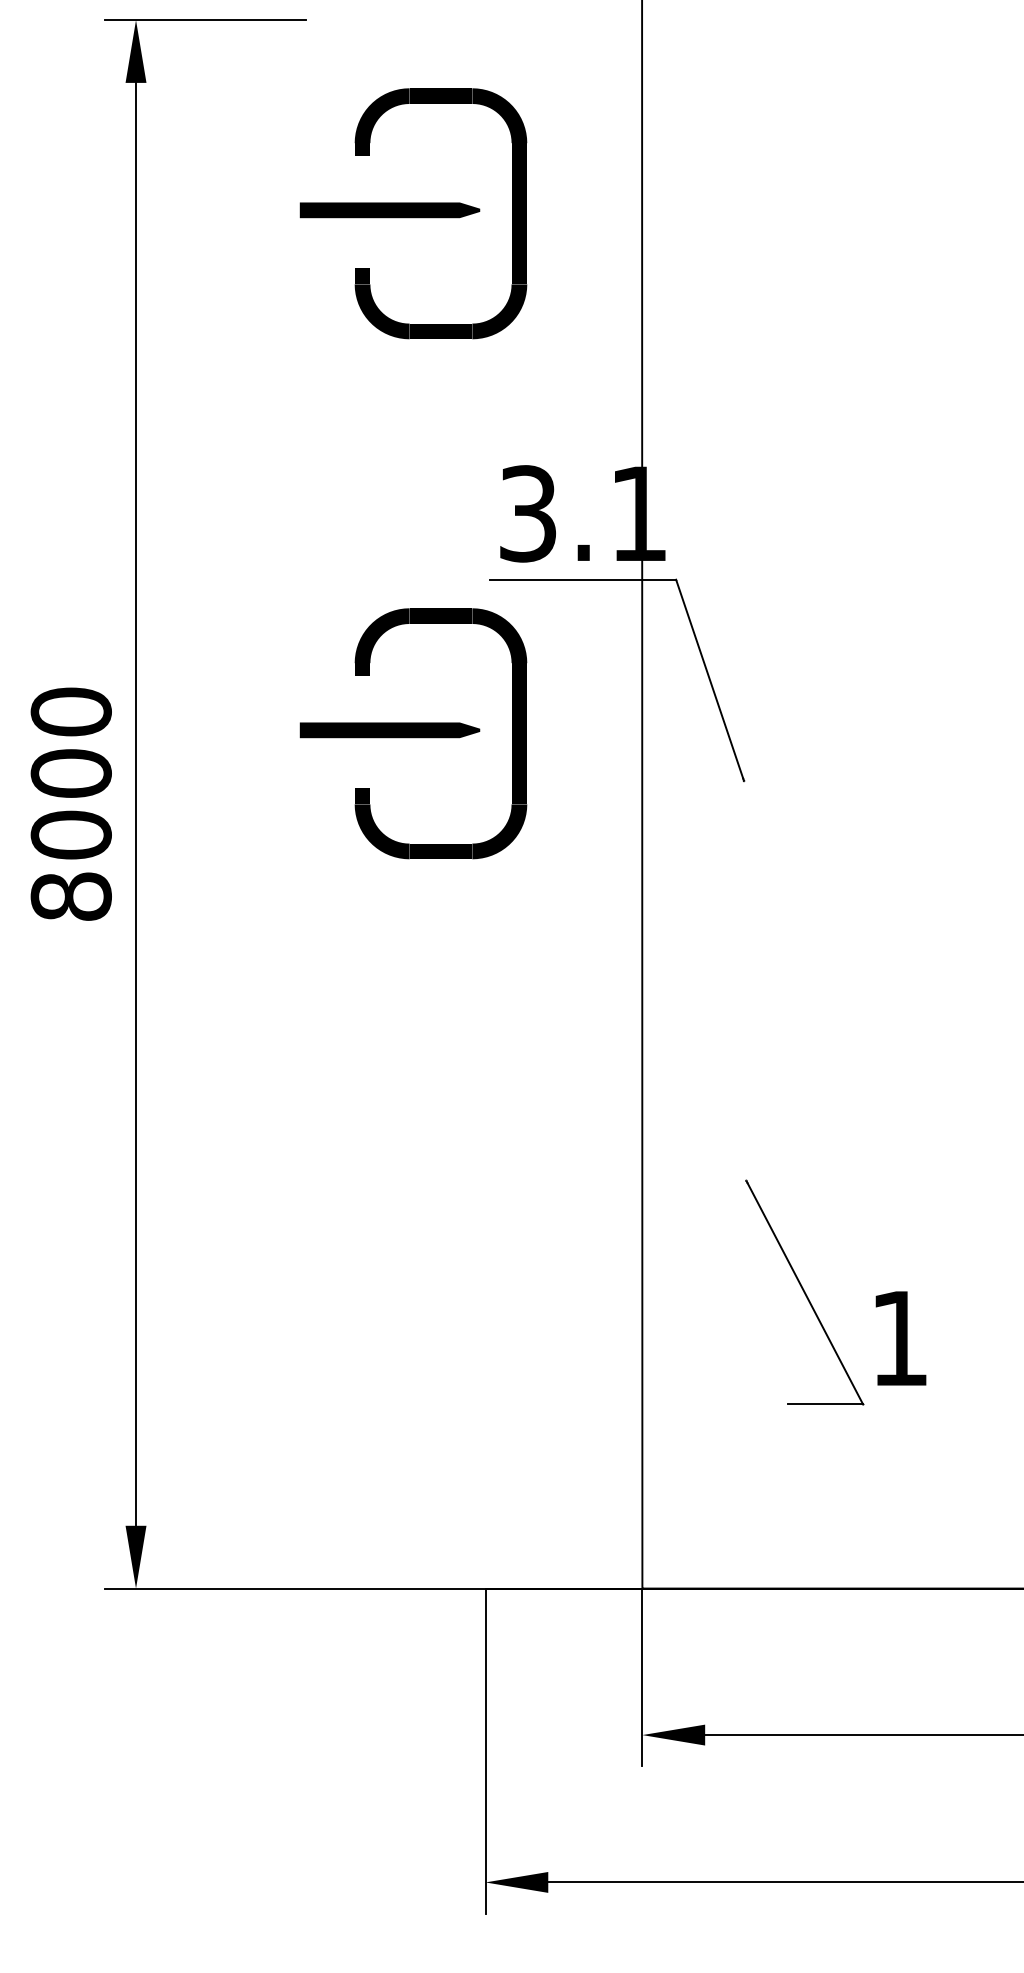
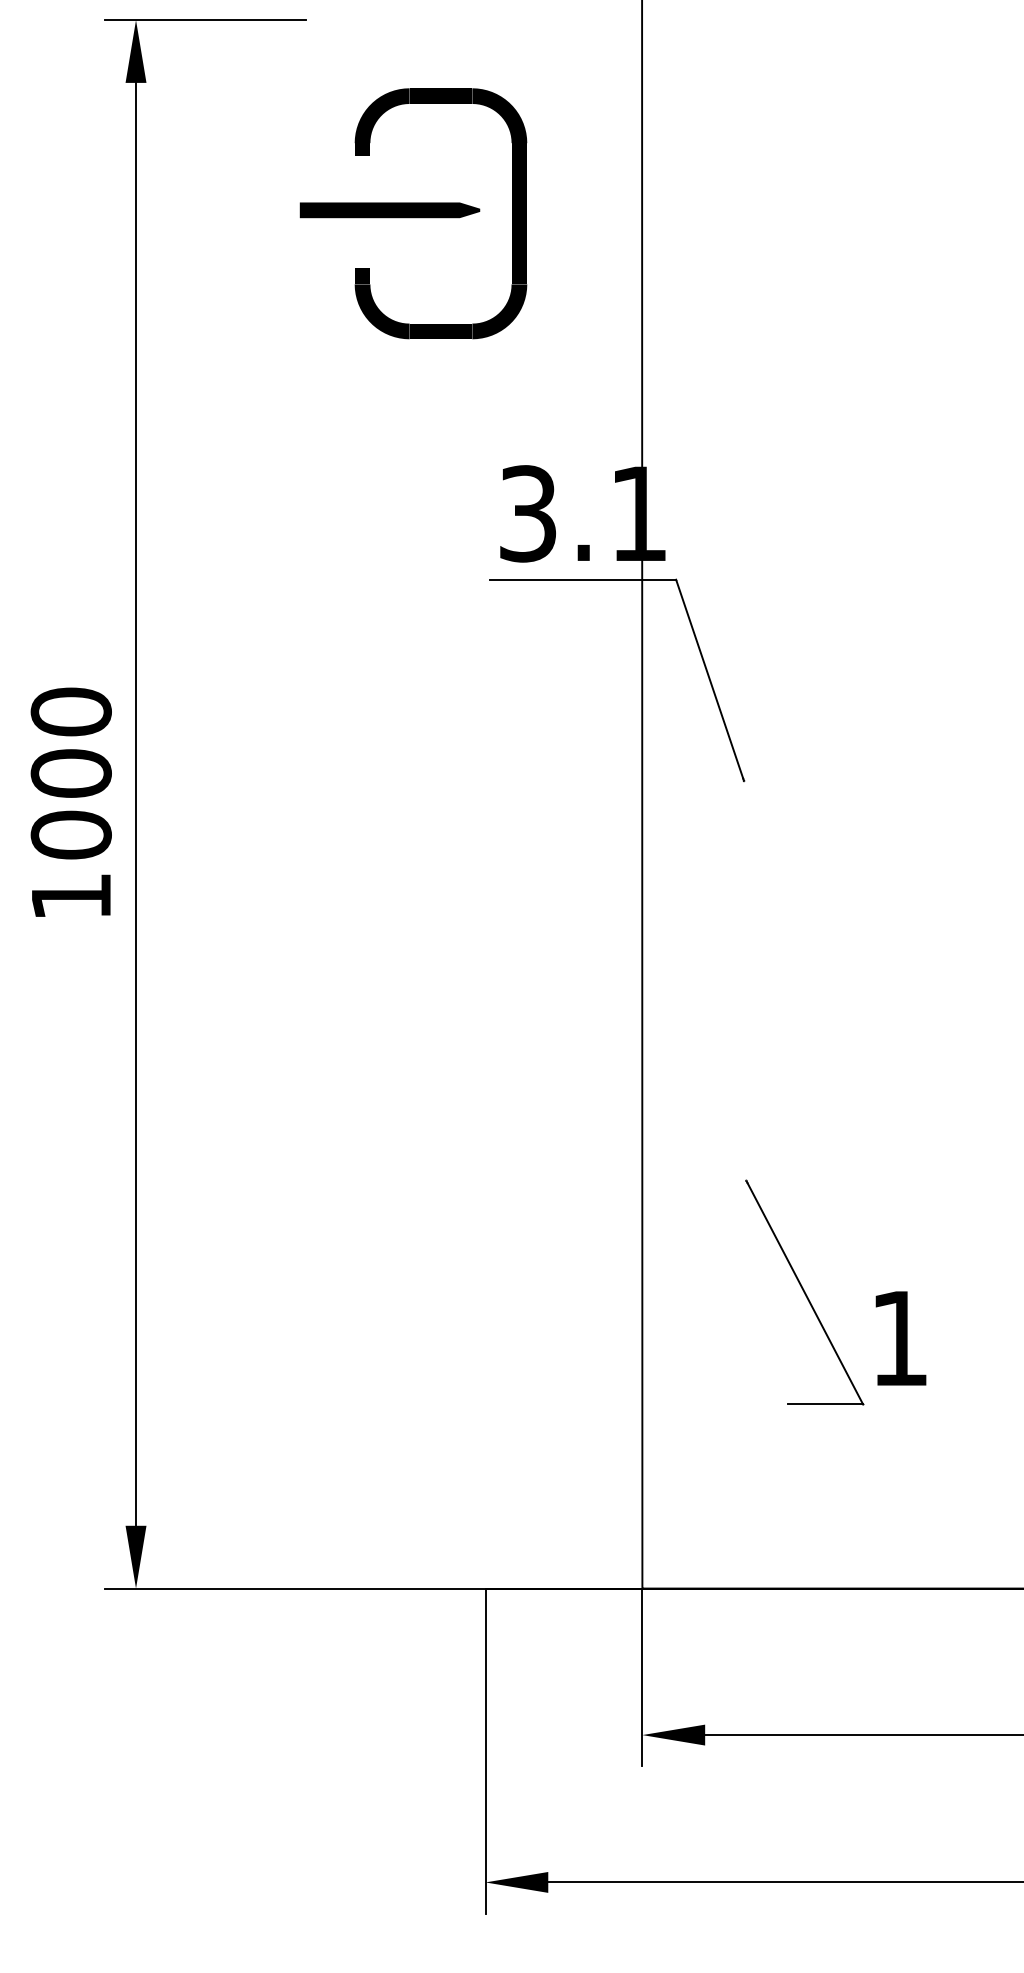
part at (413, 733): present -> none
text at (70, 896): 8000 -> 1000
